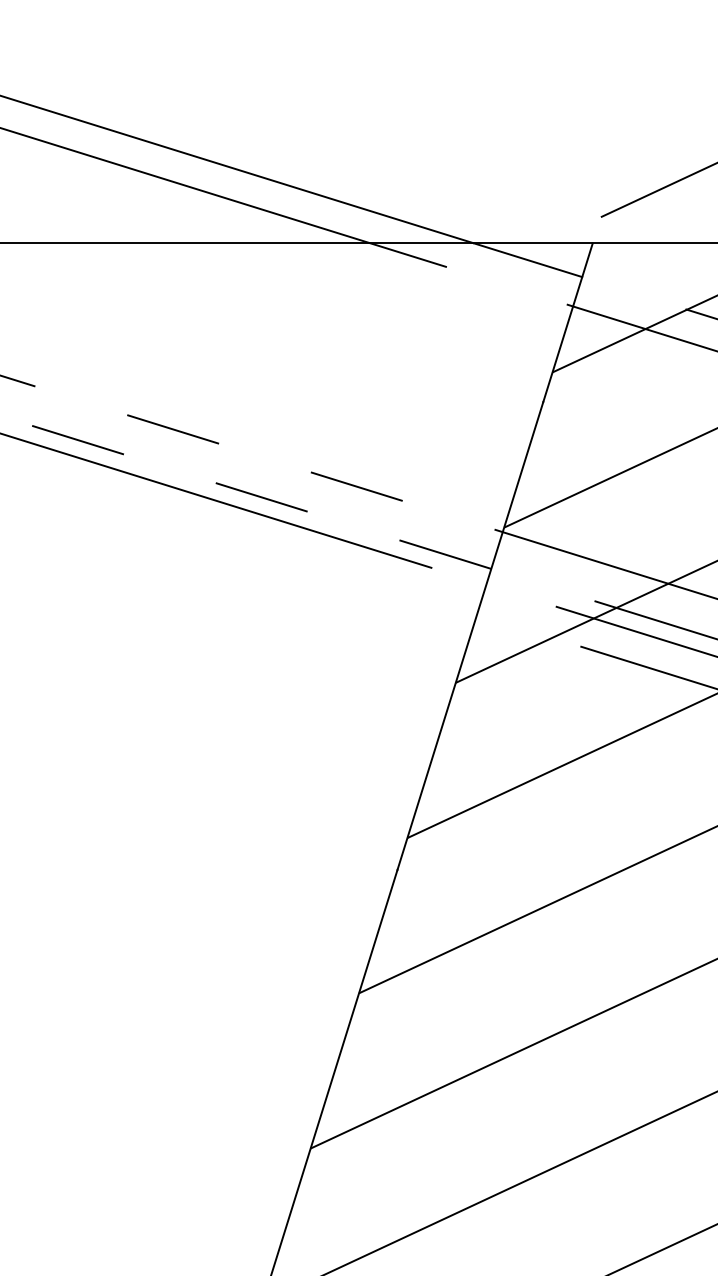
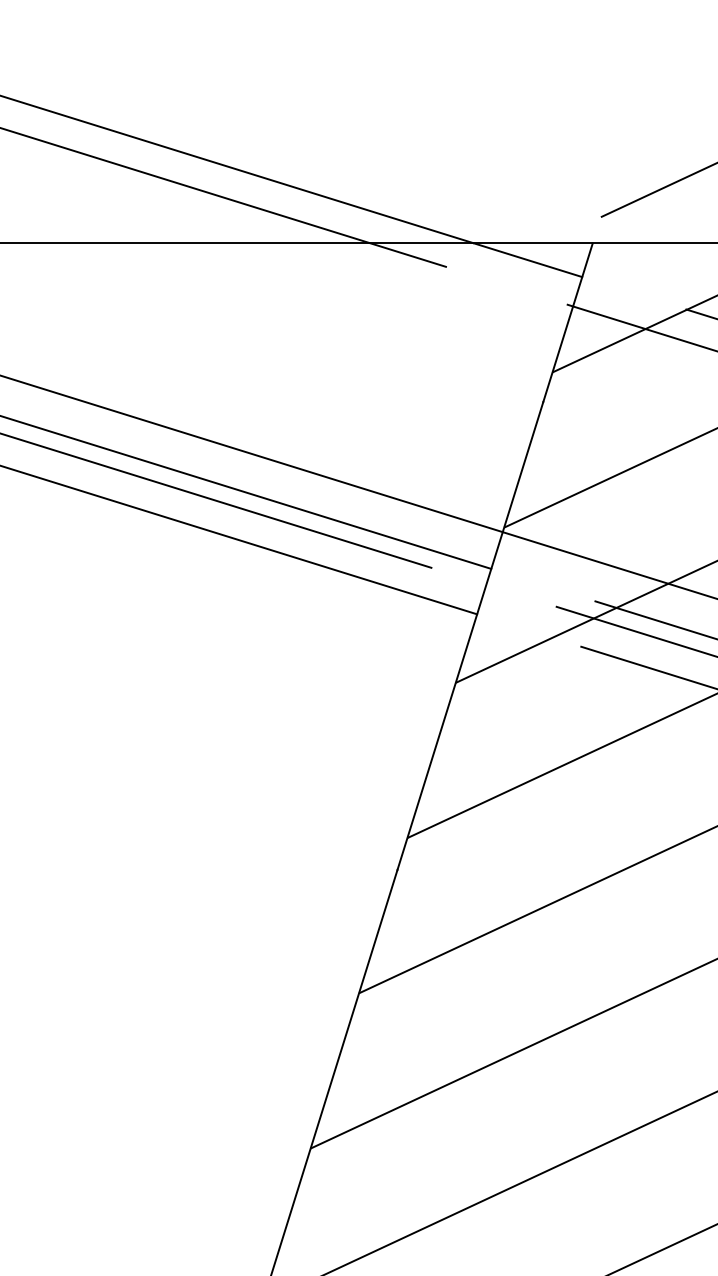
line at (251, 453): dashed -> solid
line at (245, 492): dashed -> solid
line at (239, 540): none -> present
